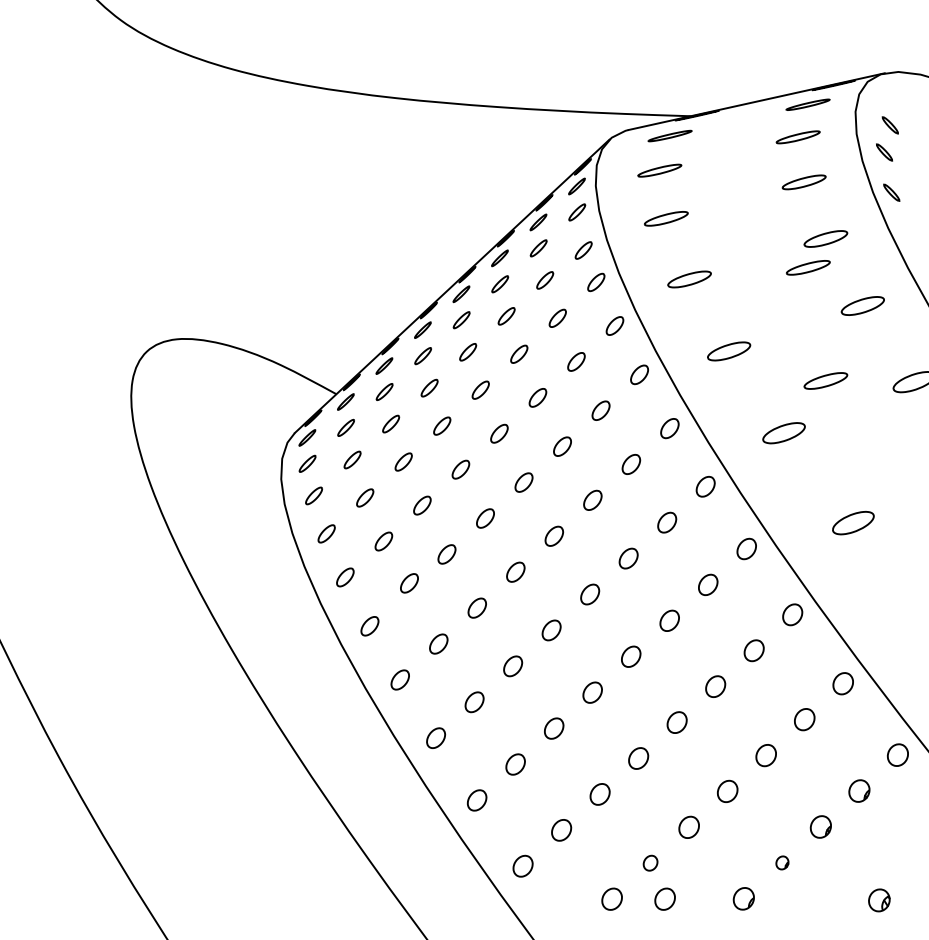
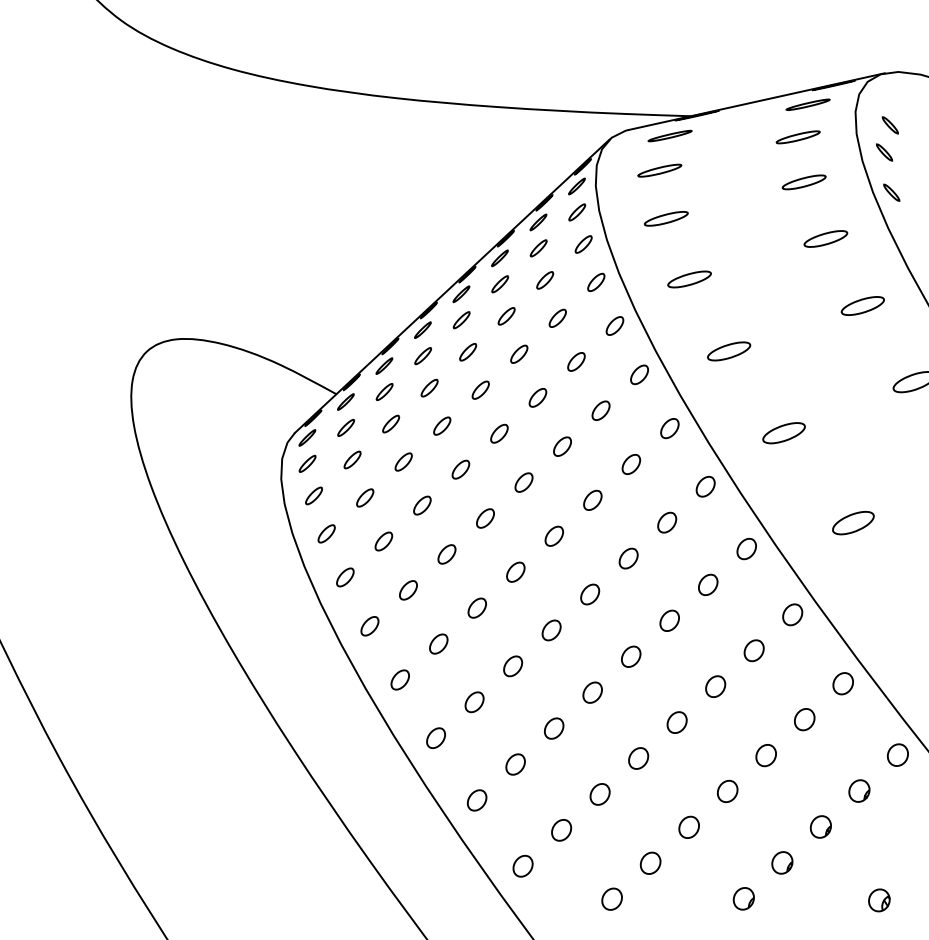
part at (583, 250) position: (583, 250) -> (583, 244)
part at (808, 267): present -> none
part at (825, 380): present -> none
part at (409, 583) position: (409, 583) -> (408, 590)
part at (650, 862) size: 17x18 px -> 23x24 px
part at (782, 862) size: 15x16 px -> 23x24 px
part at (664, 898): present -> none
